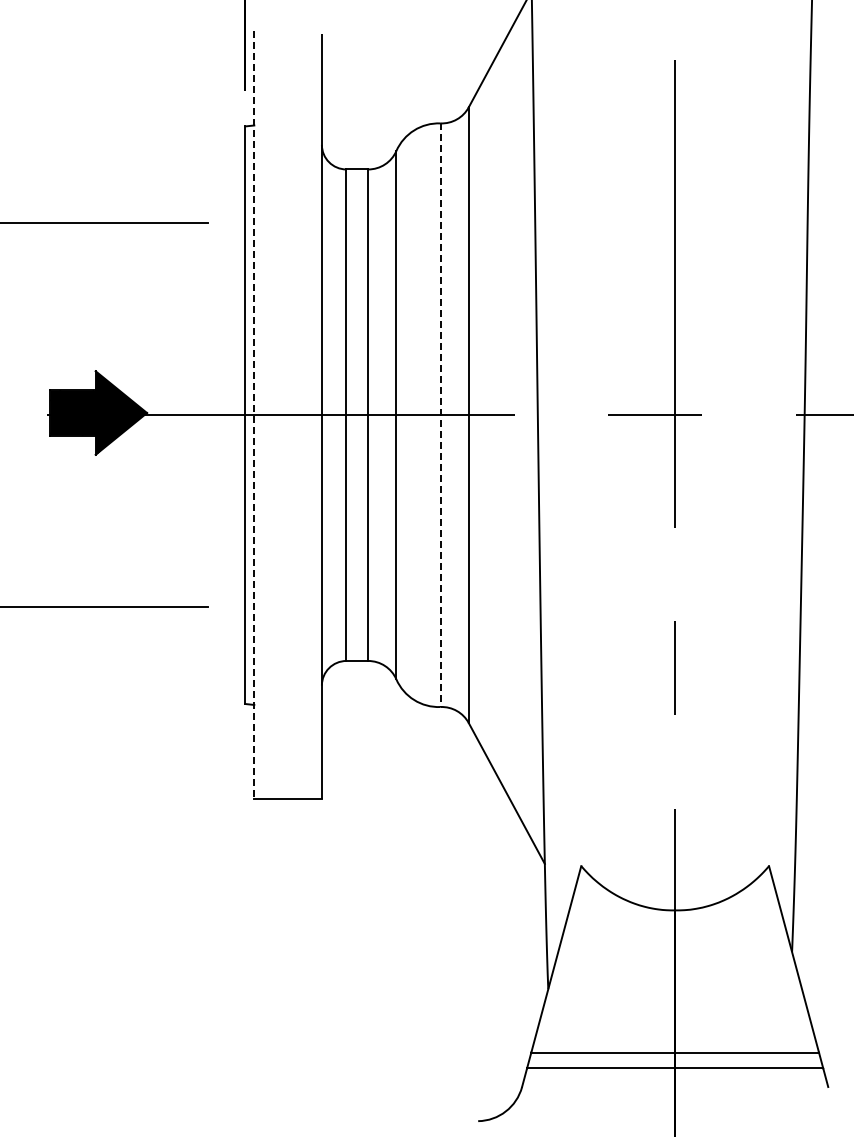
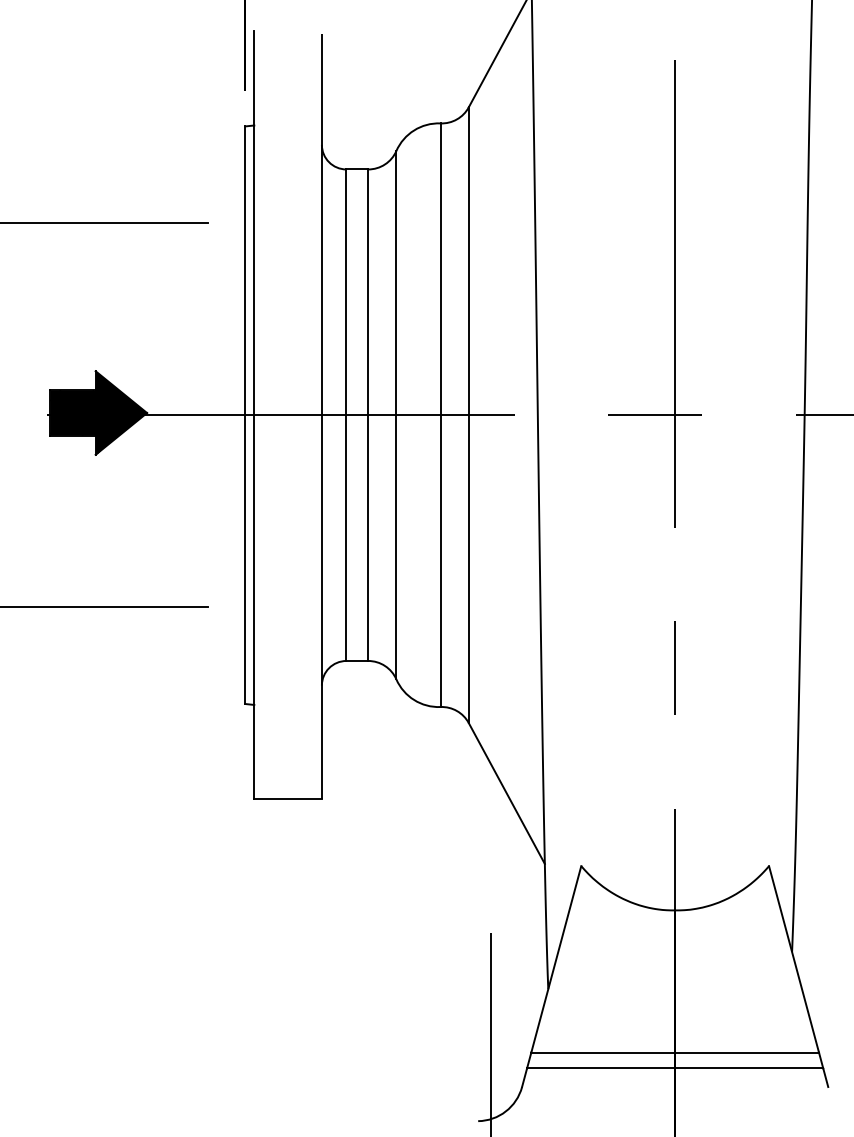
line at (254, 415): dashed -> solid
line at (440, 415): dashed -> solid
line at (490, 1032): none -> present
